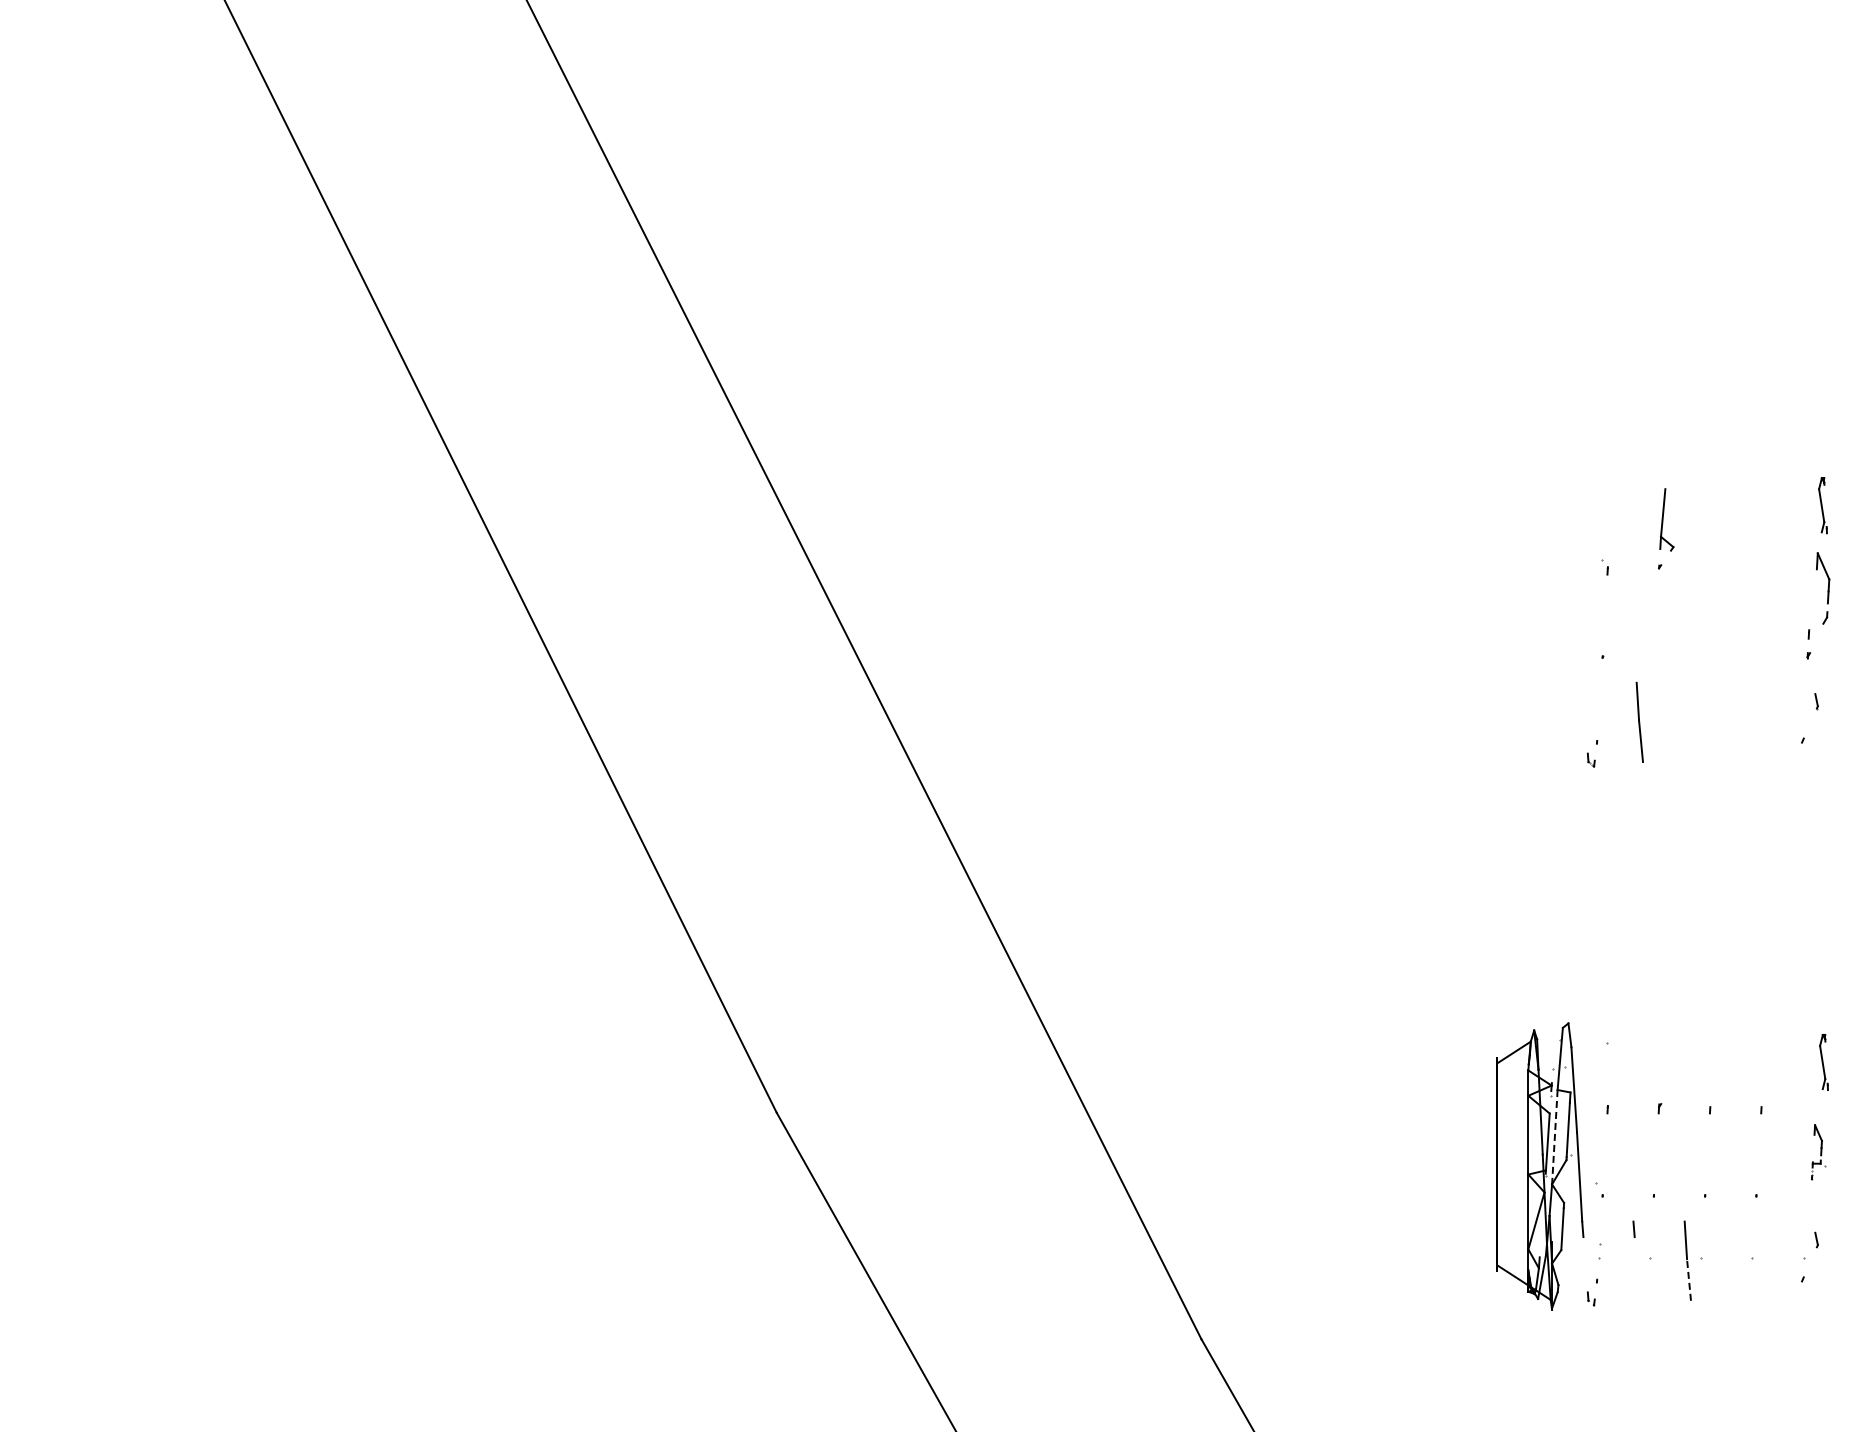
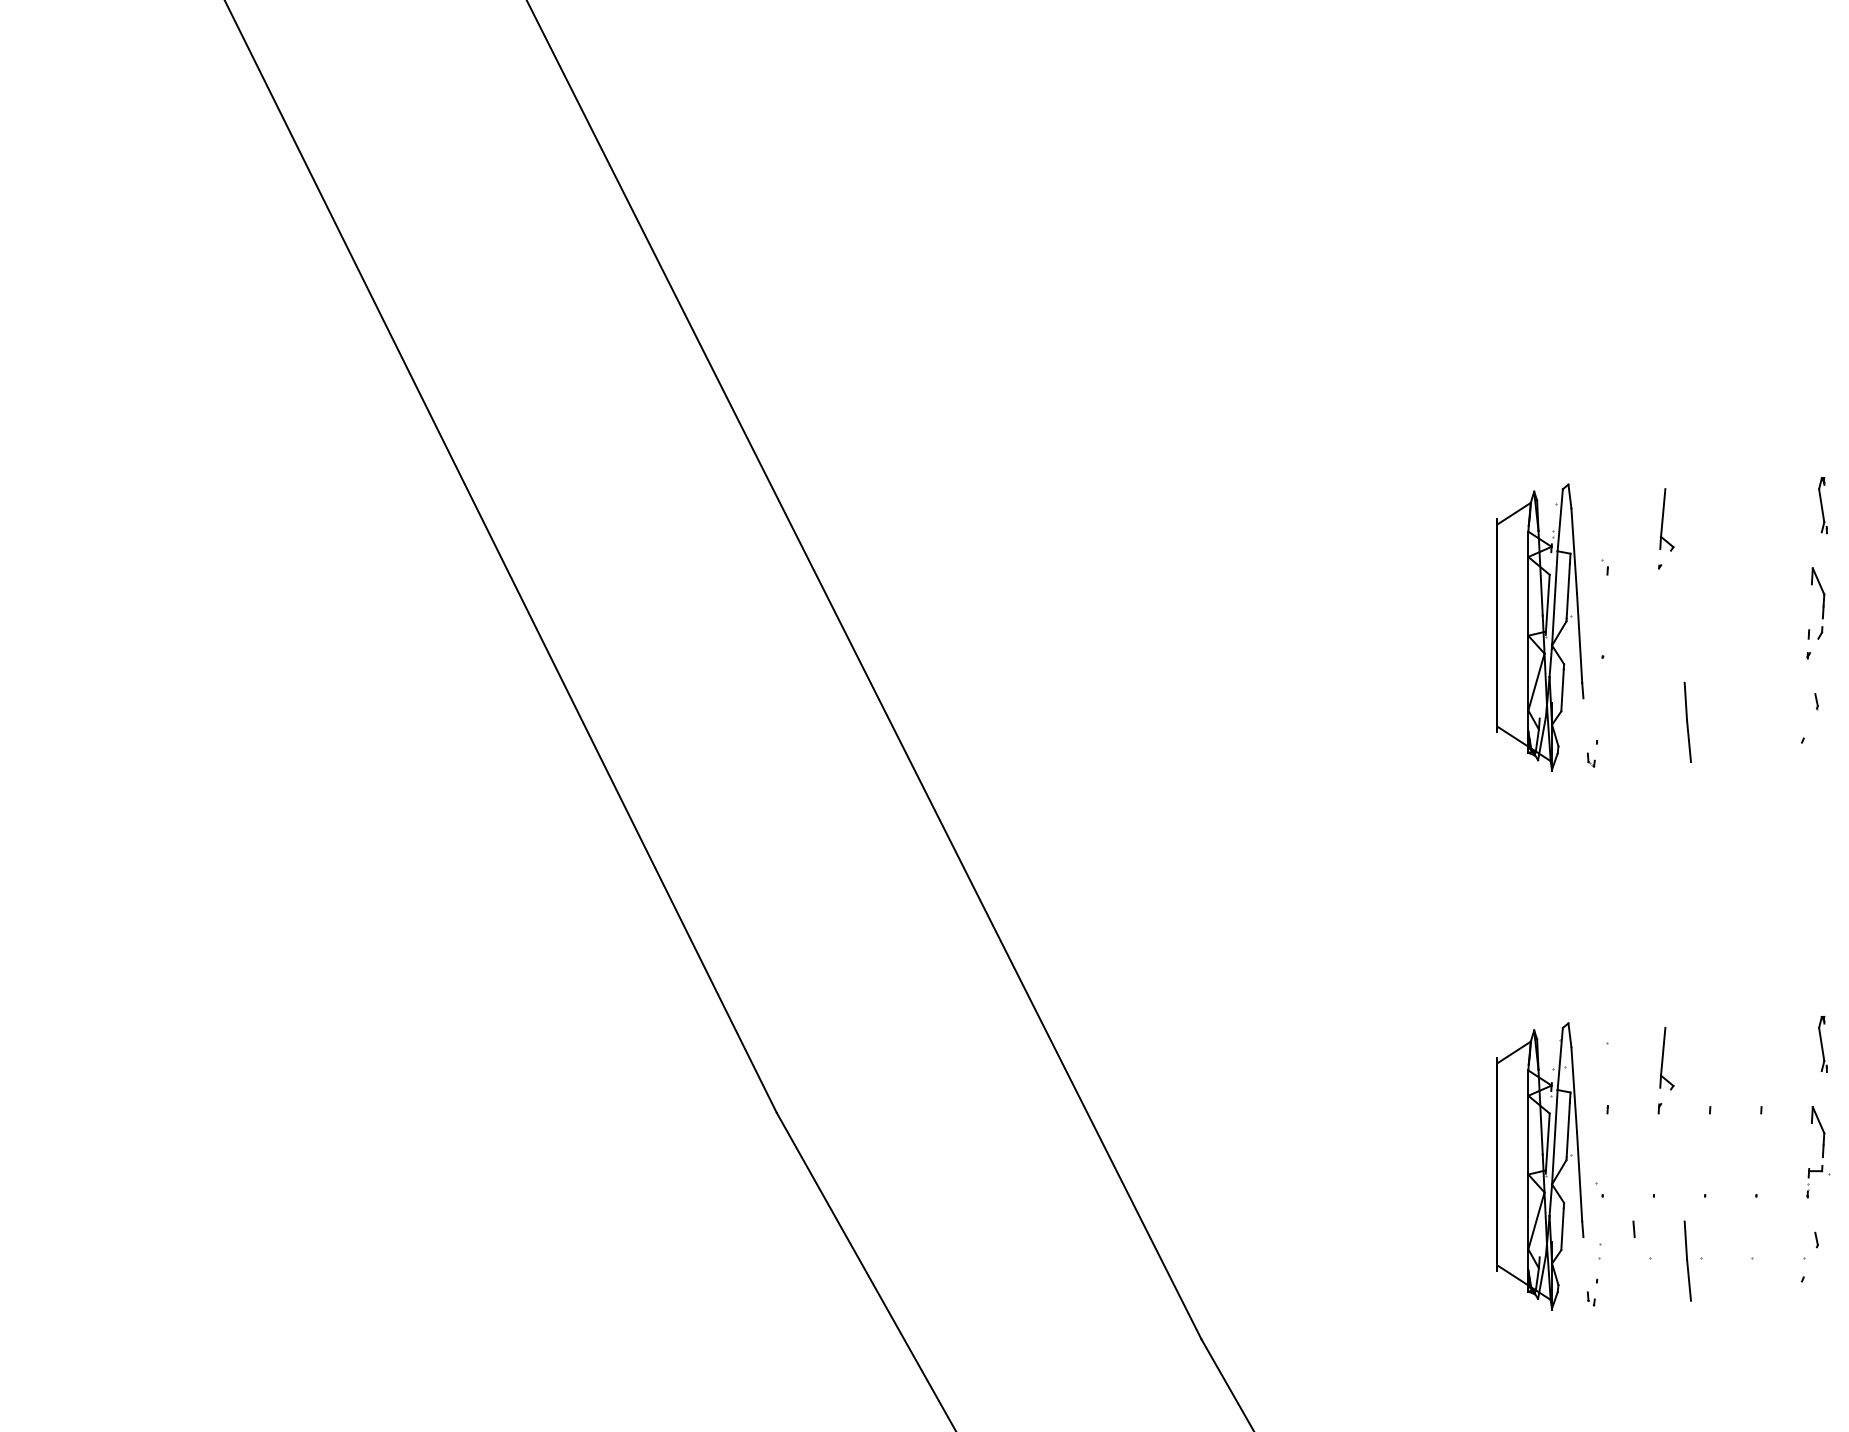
part at (1823, 588) position: (1823, 588) -> (1818, 603)
part at (1540, 627): none -> present
line at (1639, 721) position: (1639, 721) -> (1687, 721)
part at (1666, 1058): none -> present
part at (1823, 1062) position: (1823, 1062) -> (1822, 1044)
line at (1554, 1137): dashed -> solid
part at (1818, 1152) size: 16x57 px -> 25x93 px
line at (1689, 1279): dashed -> solid
